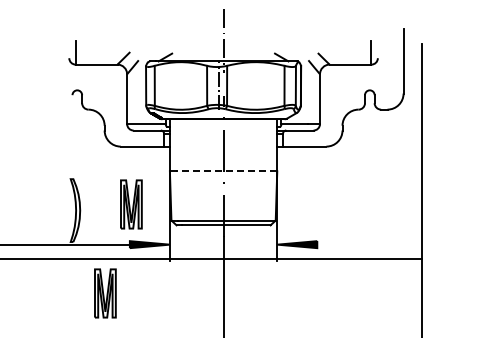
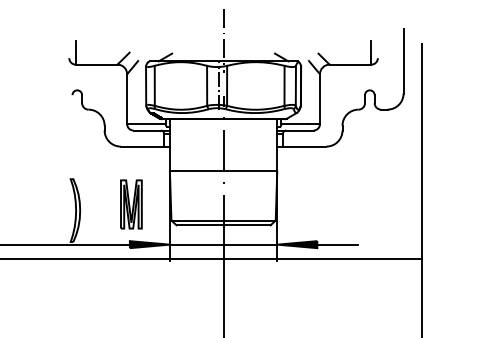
line at (226, 171): dashed -> solid
line at (223, 244): none -> present
line at (337, 244): none -> present
part at (105, 293): present -> none
